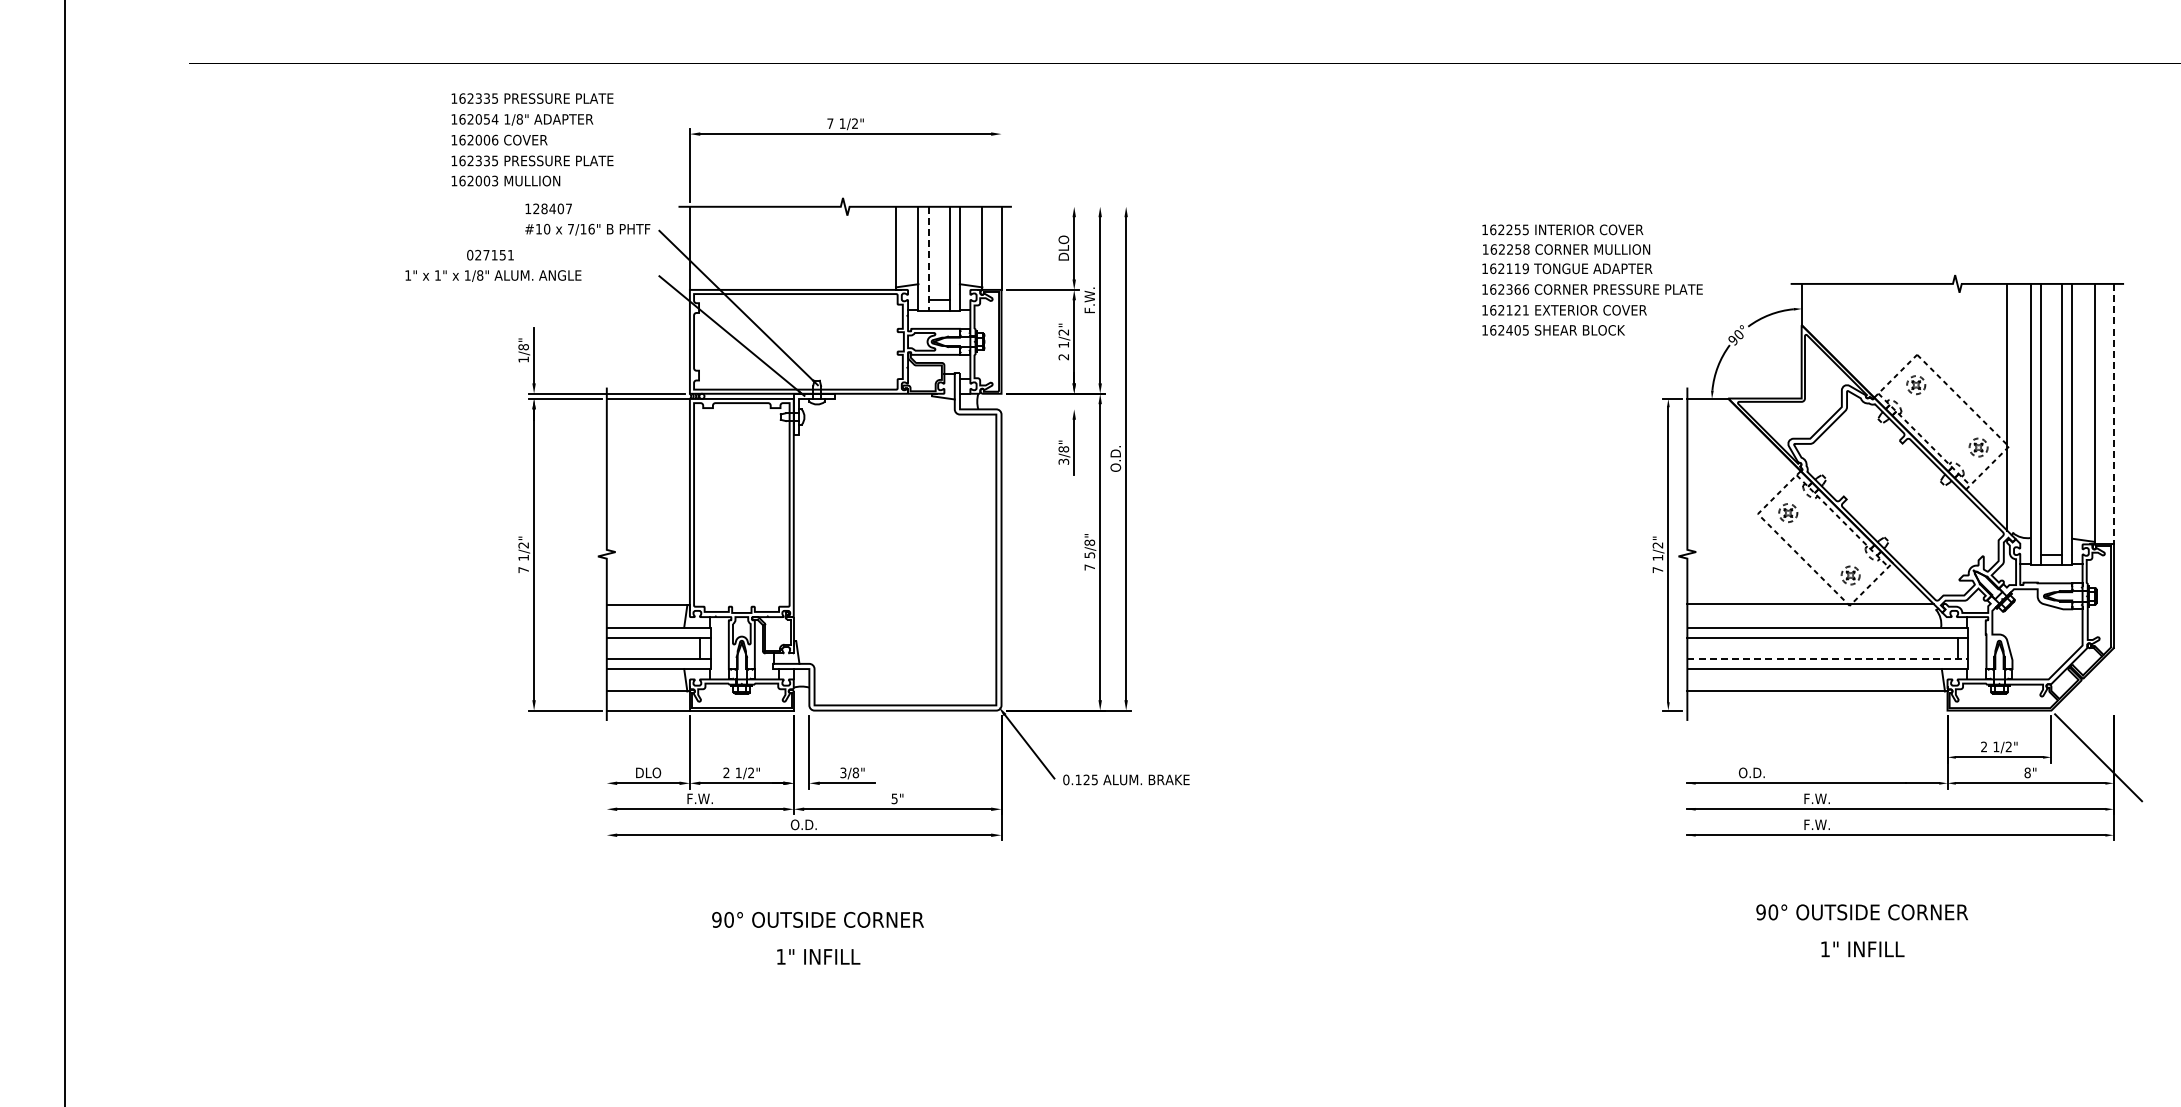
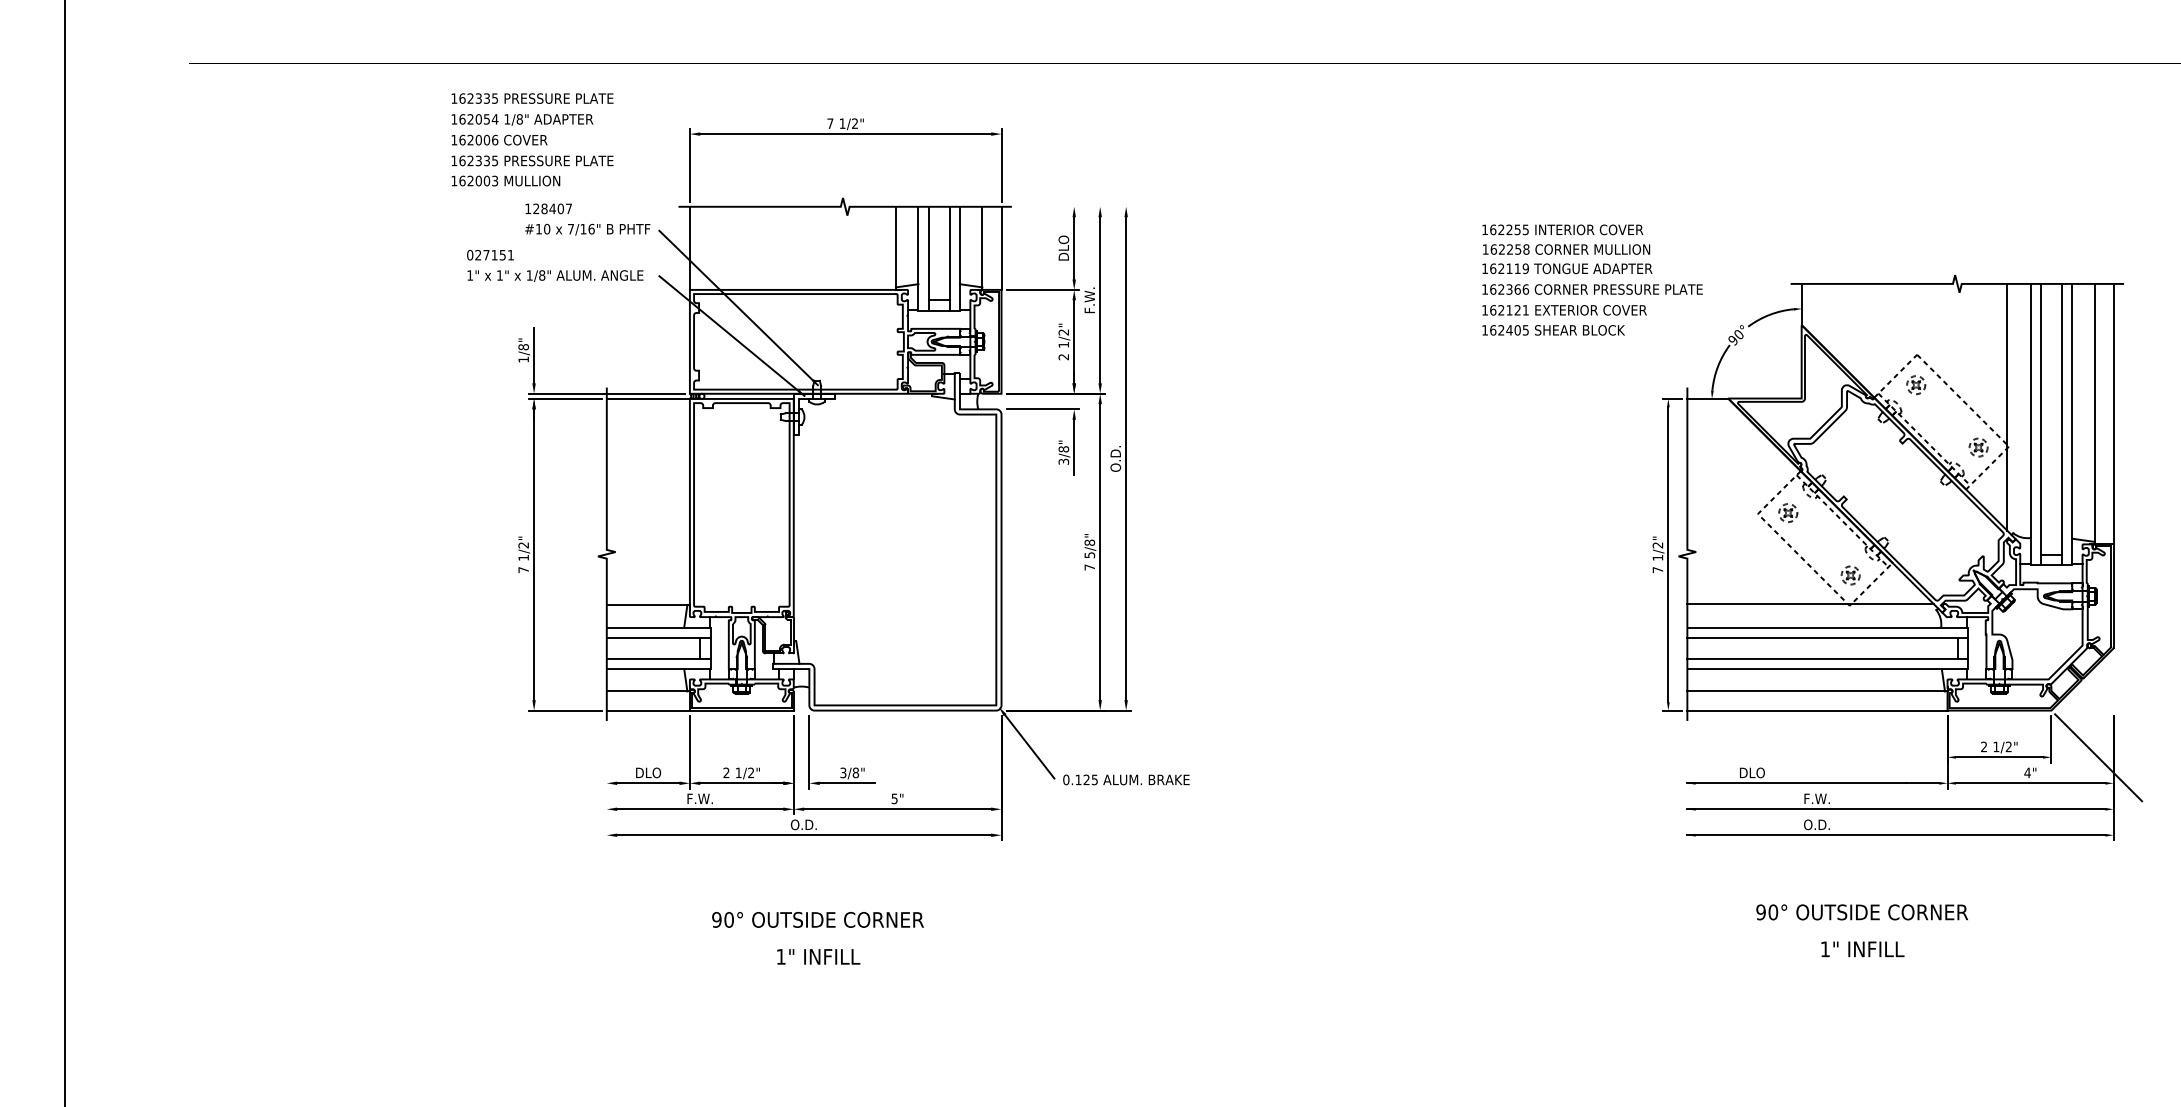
line at (1001, 164): none -> present
line at (928, 258): dashed -> solid
text at (493, 275) position: (493, 275) -> (555, 275)
line at (1042, 409): none -> present
line at (2113, 414): dashed -> solid
line at (1828, 658): dashed -> solid
line at (1817, 710): none -> present
text at (1751, 772): O.D. -> DLO
text at (2027, 772): 8" -> 4"
text at (1815, 824): F.W. -> O.D.
